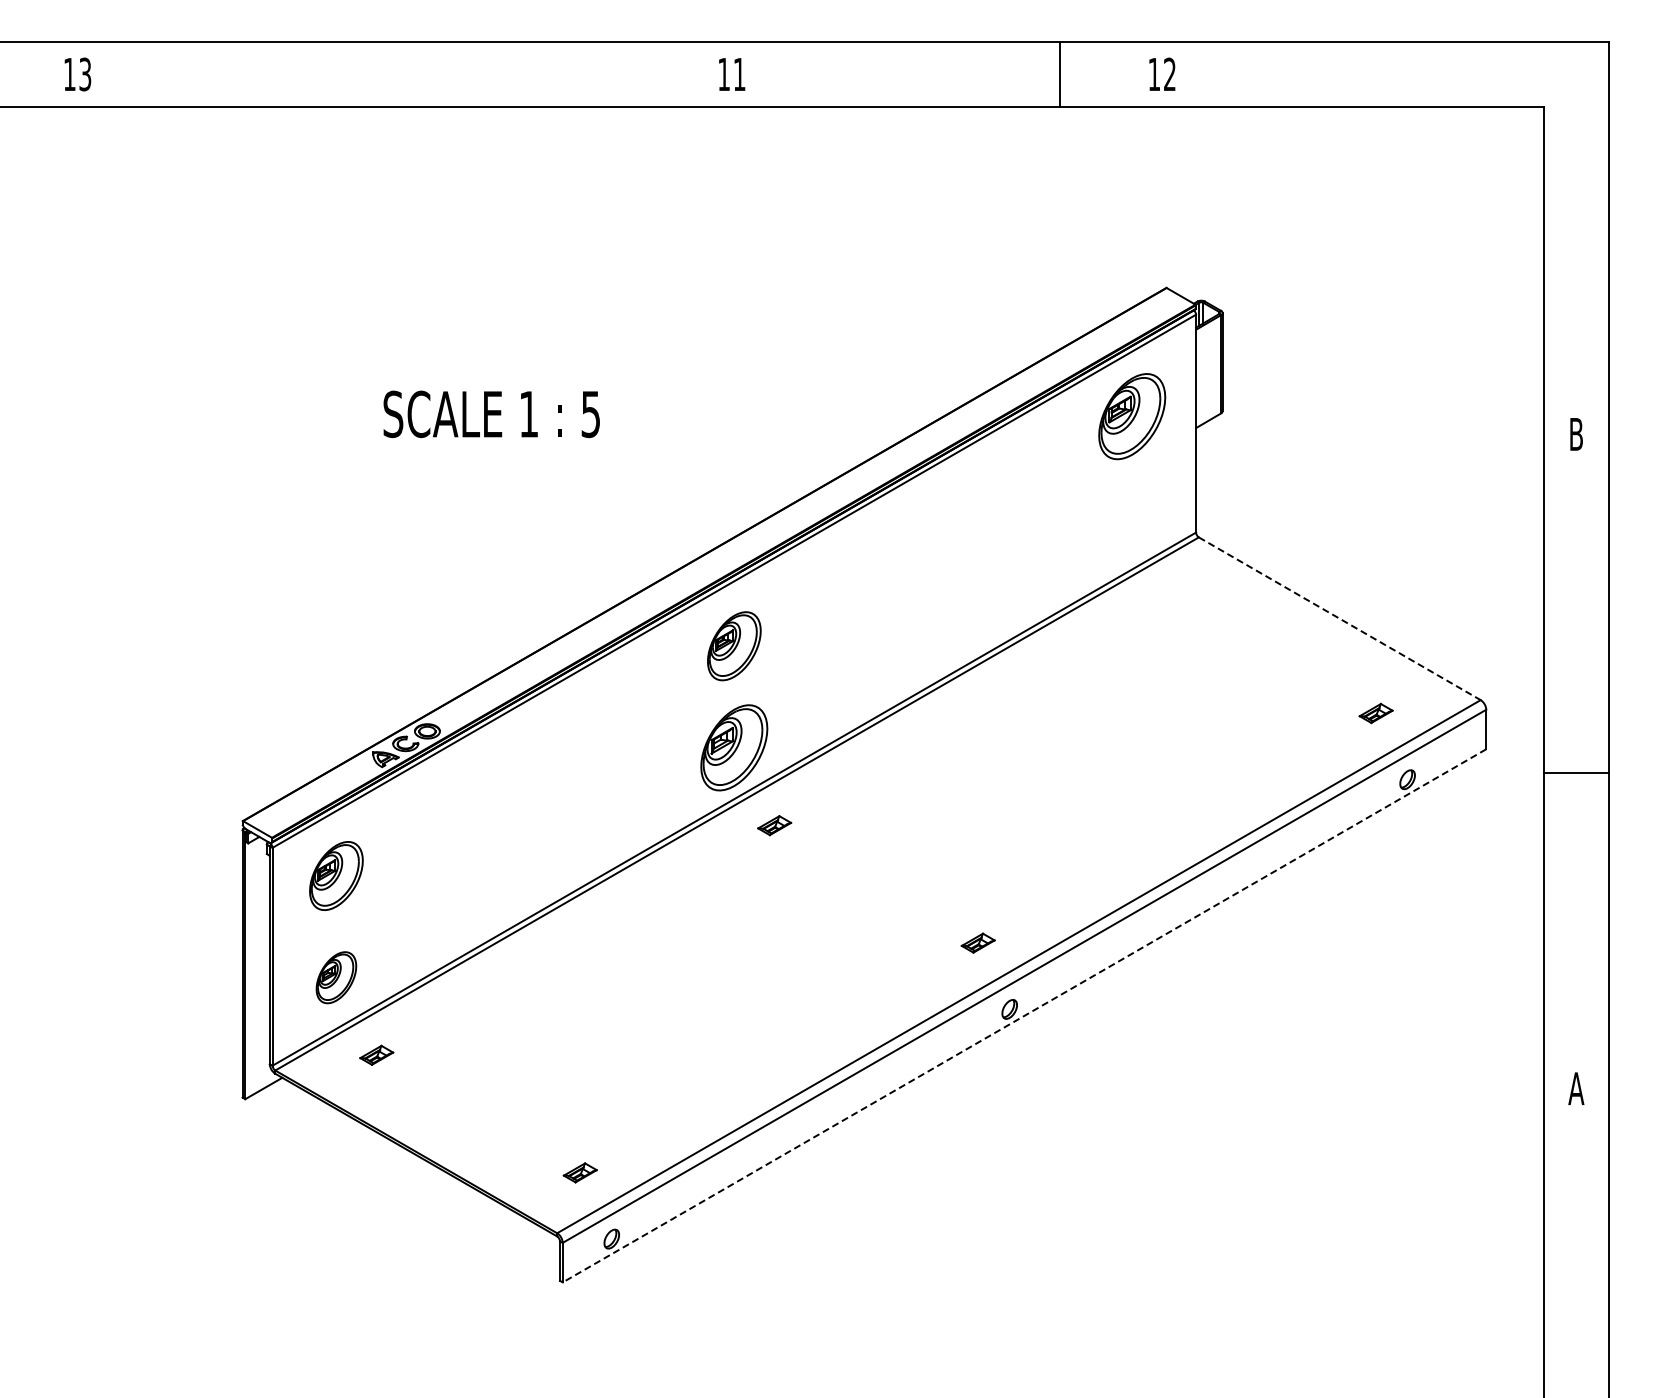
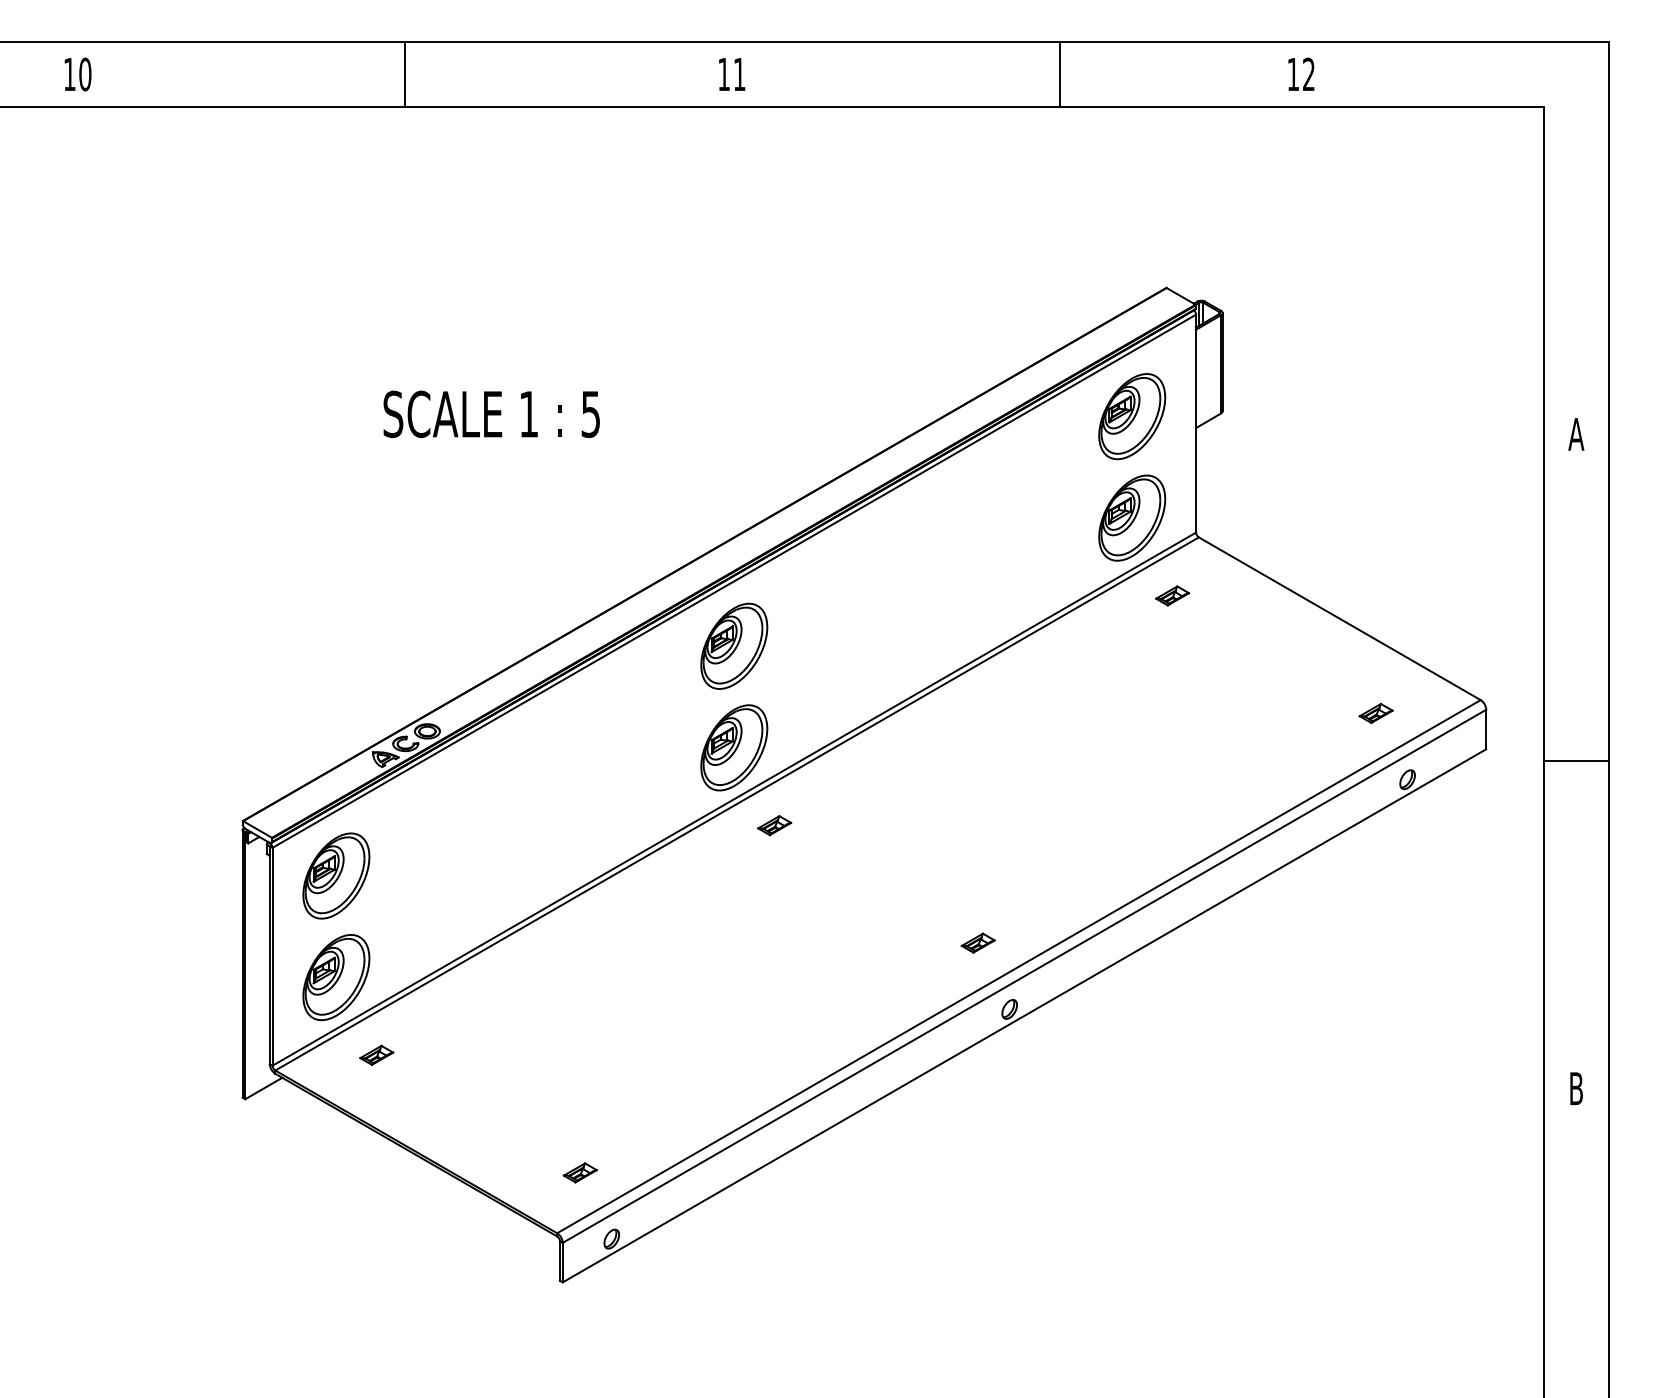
text at (1162, 73) position: (1162, 73) -> (1301, 73)
text at (85, 74): 13 -> 10
line at (405, 74): none -> present
text at (1576, 434): B -> A
part at (1132, 517): none -> present
part at (1172, 595): none -> present
line at (1339, 618): dashed -> solid
part at (734, 646) size: 55x71 px -> 69x88 px
line at (1576, 773) position: (1576, 773) -> (1576, 761)
part at (336, 875) size: 55x70 px -> 69x88 px
part at (336, 977) size: 43x54 px -> 69x88 px
line at (1024, 1016): dashed -> solid
text at (1576, 1088): A -> B
